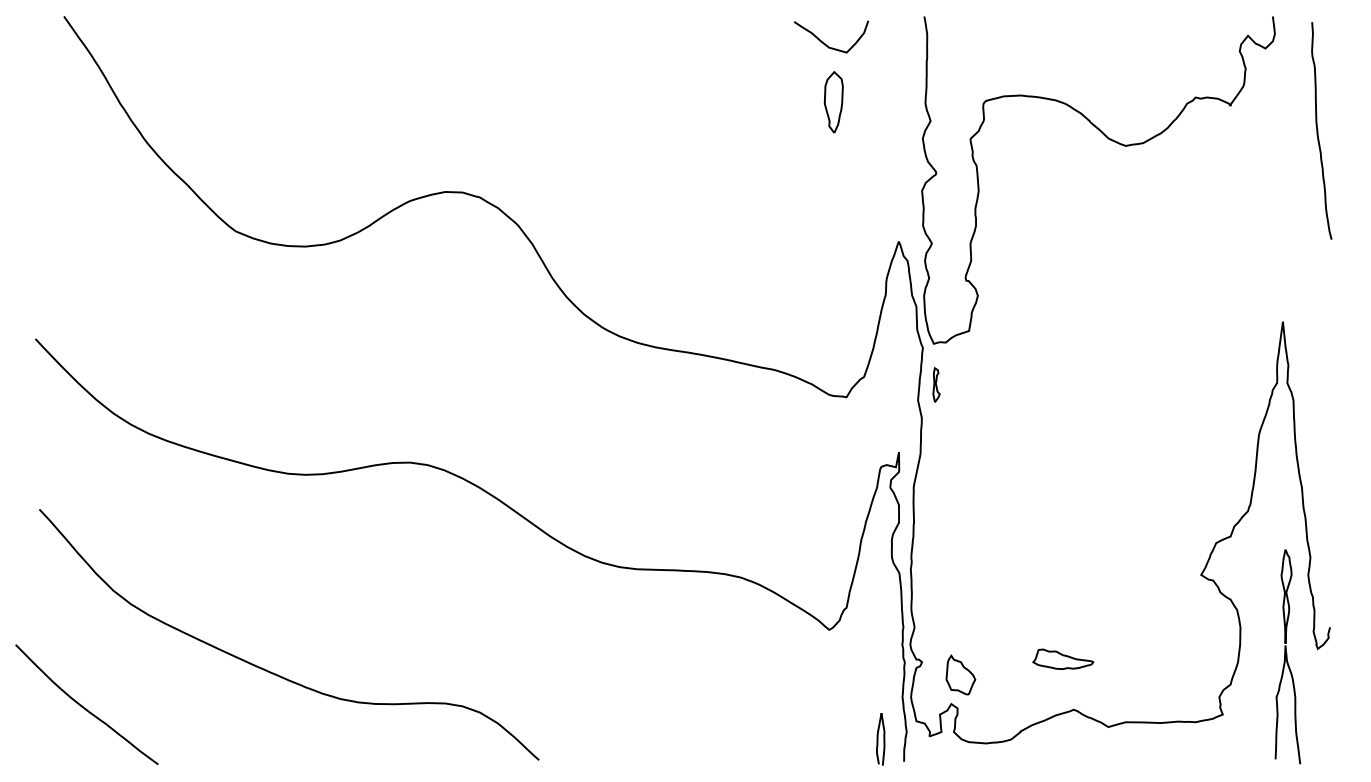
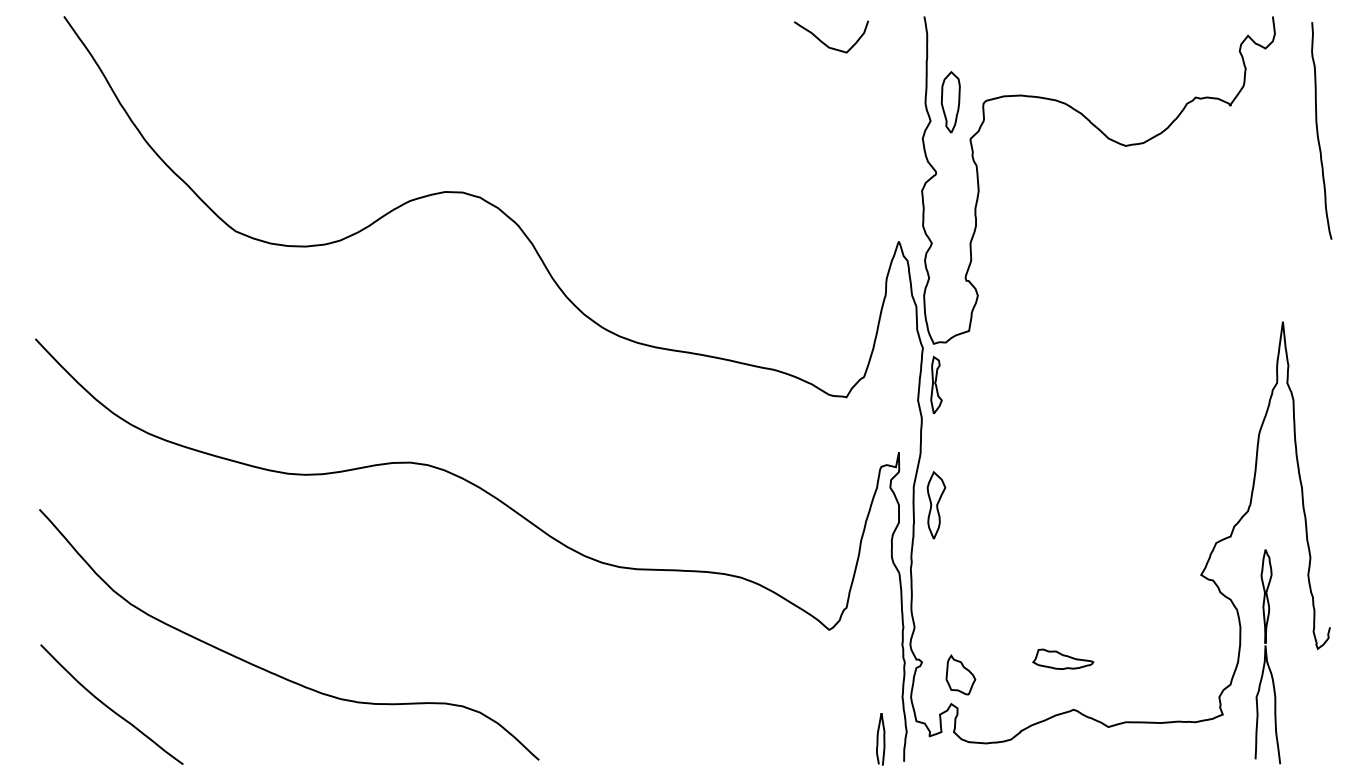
part at (833, 102) position: (833, 102) -> (950, 102)
part at (936, 384) size: 9x36 px -> 13x60 px
part at (936, 505): none -> present
part at (1287, 656) position: (1287, 656) -> (1267, 656)
curve at (85, 707) position: (85, 707) -> (110, 707)
